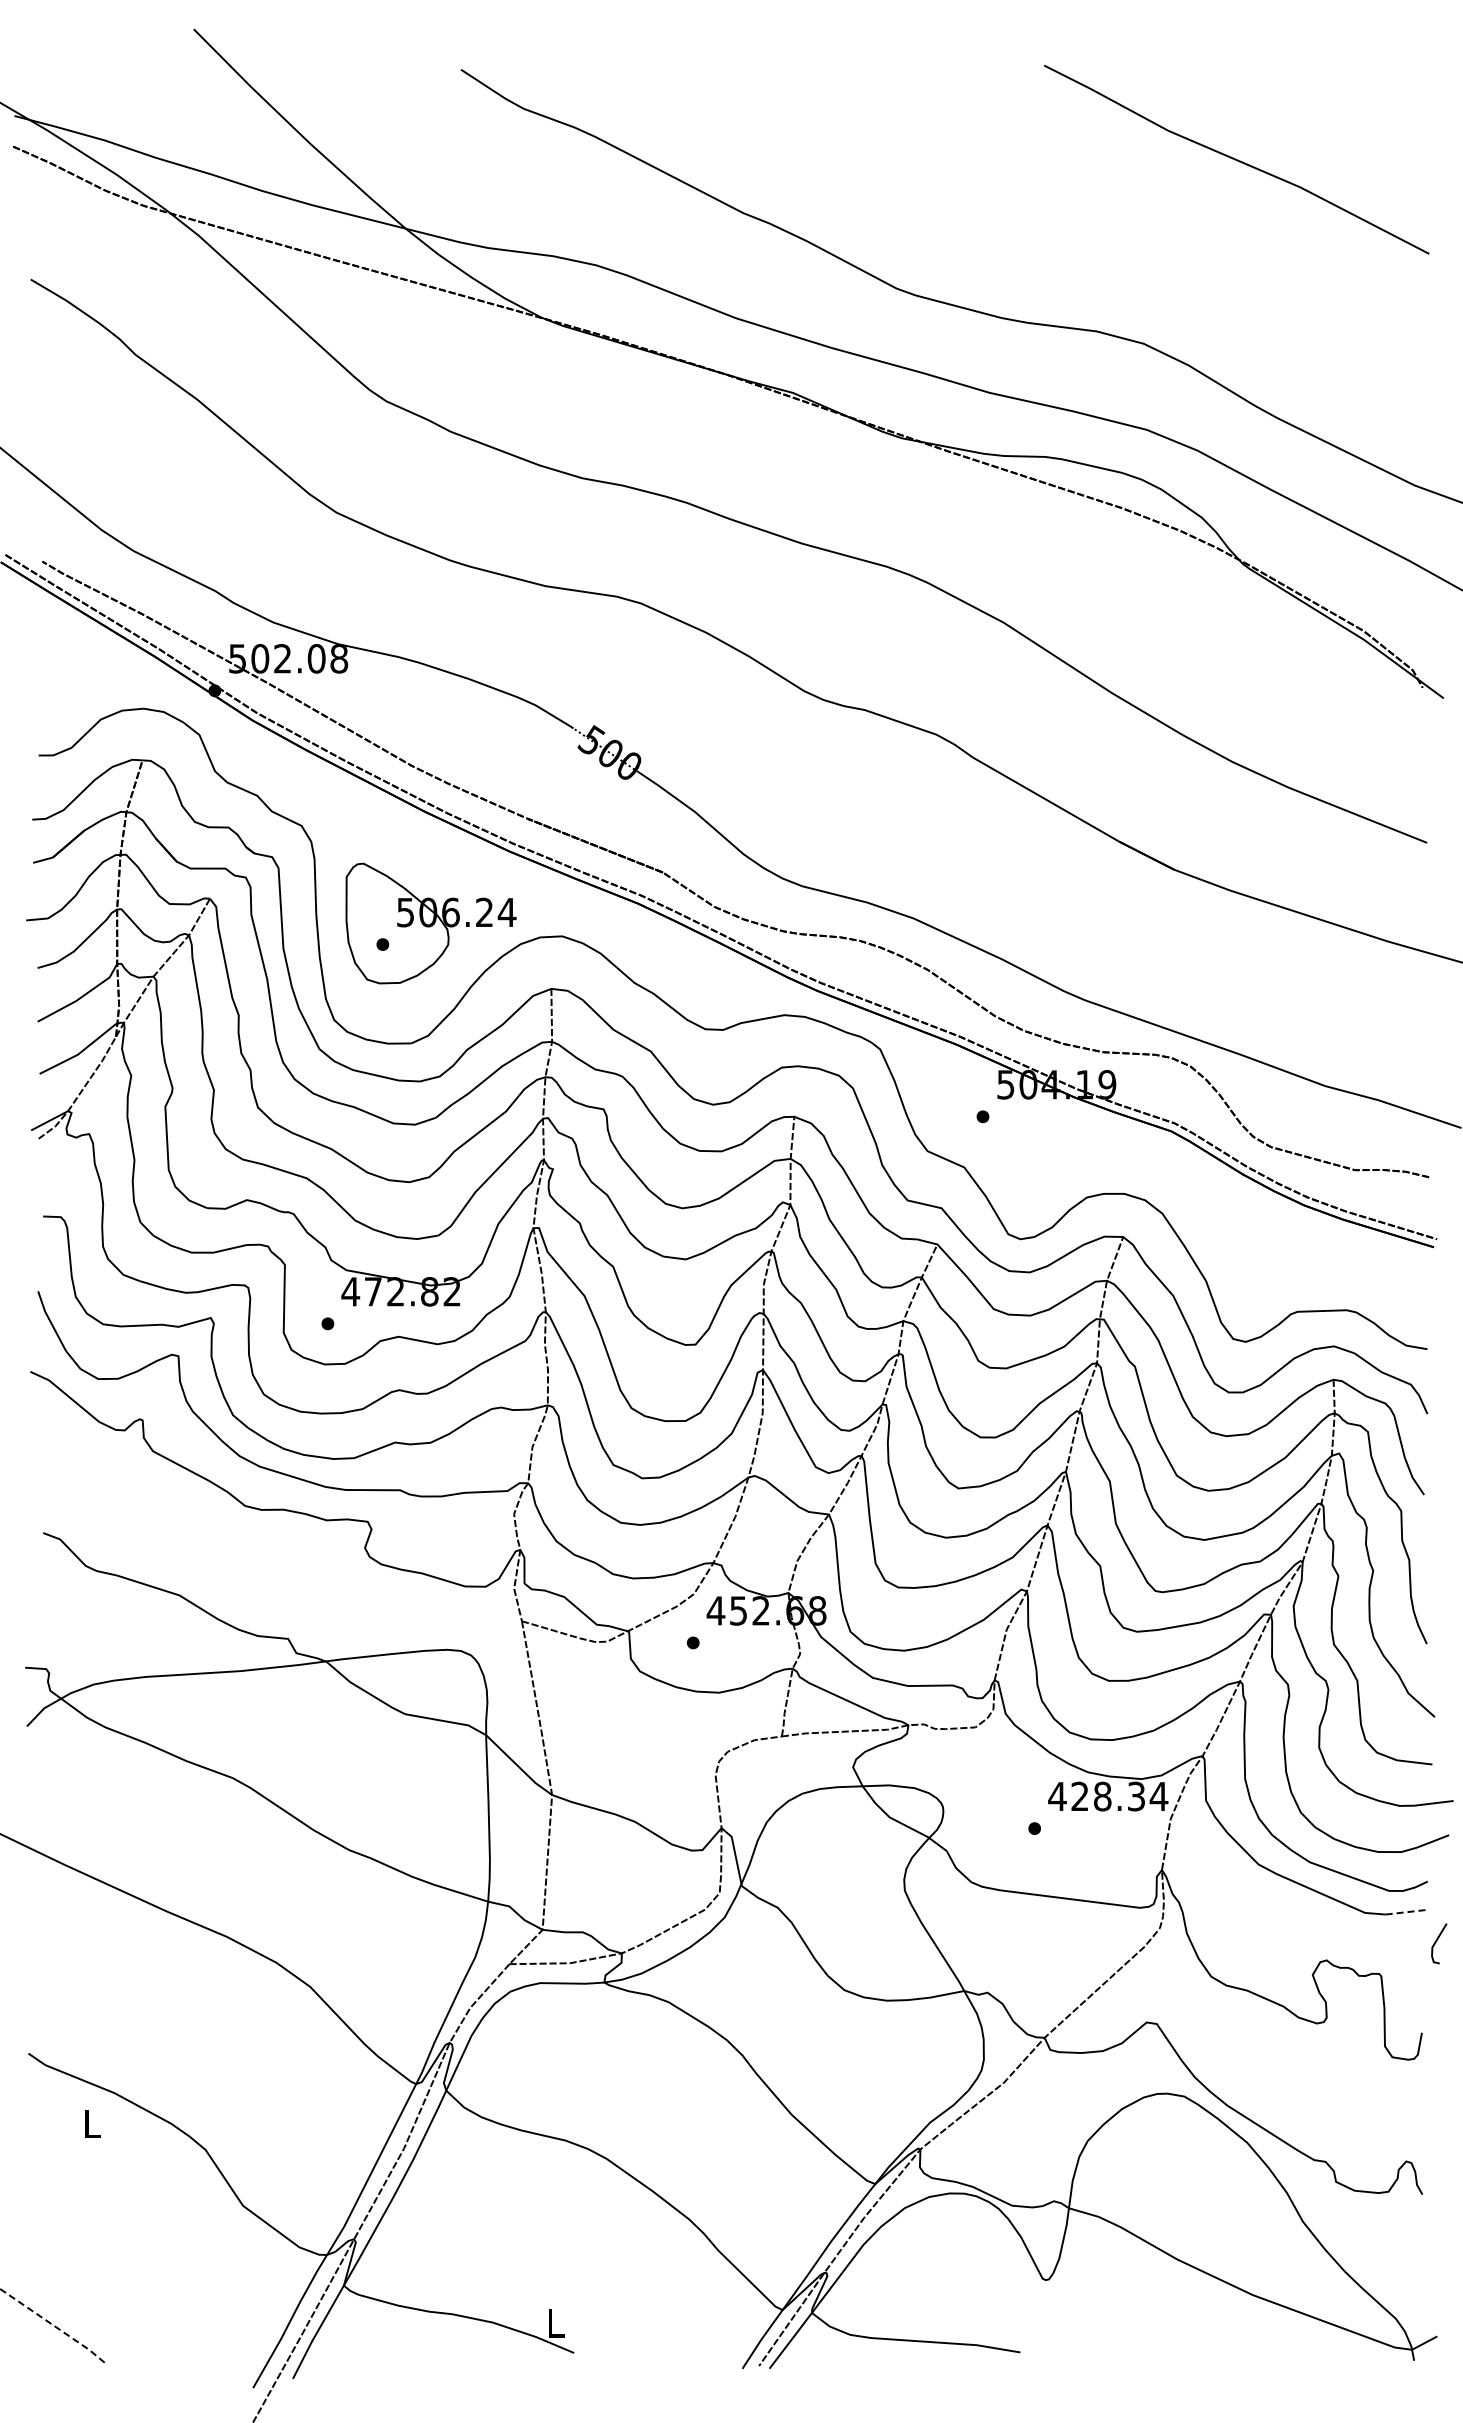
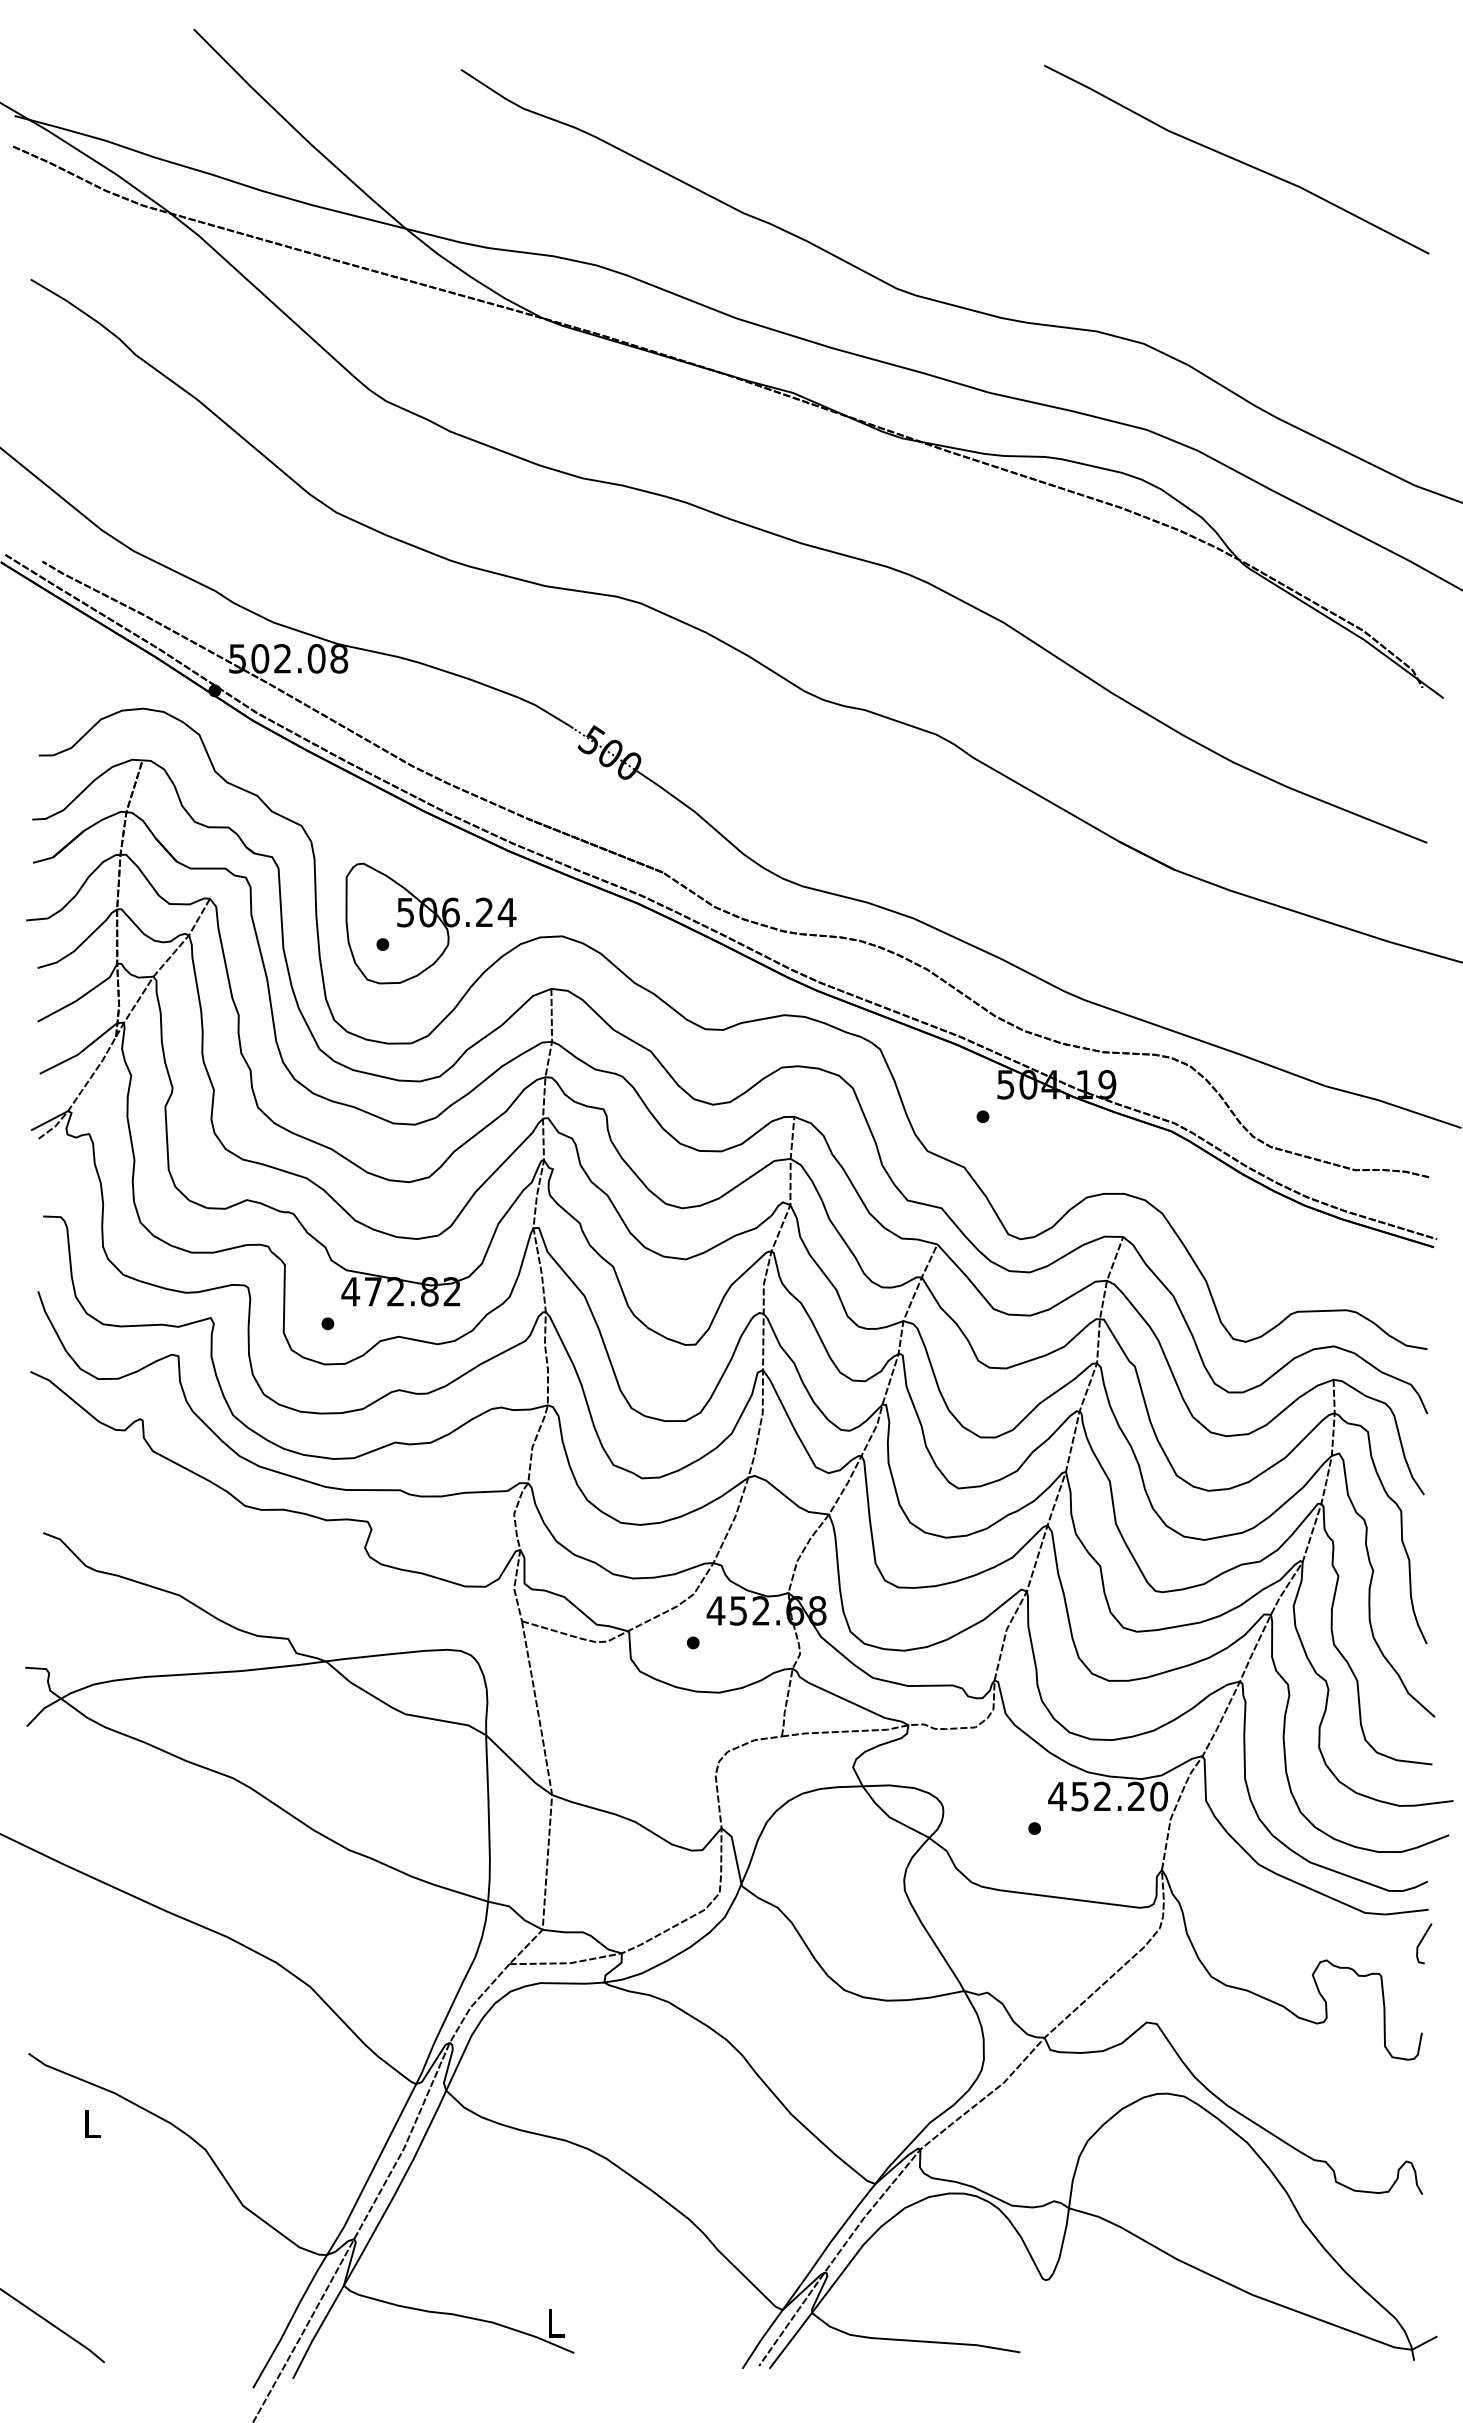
text at (1119, 1796): 428.34 -> 452.20
line at (1407, 1912): dashed -> solid
line at (1437, 1941) position: (1437, 1941) -> (1422, 1941)
line at (53, 2325): dashed -> solid
